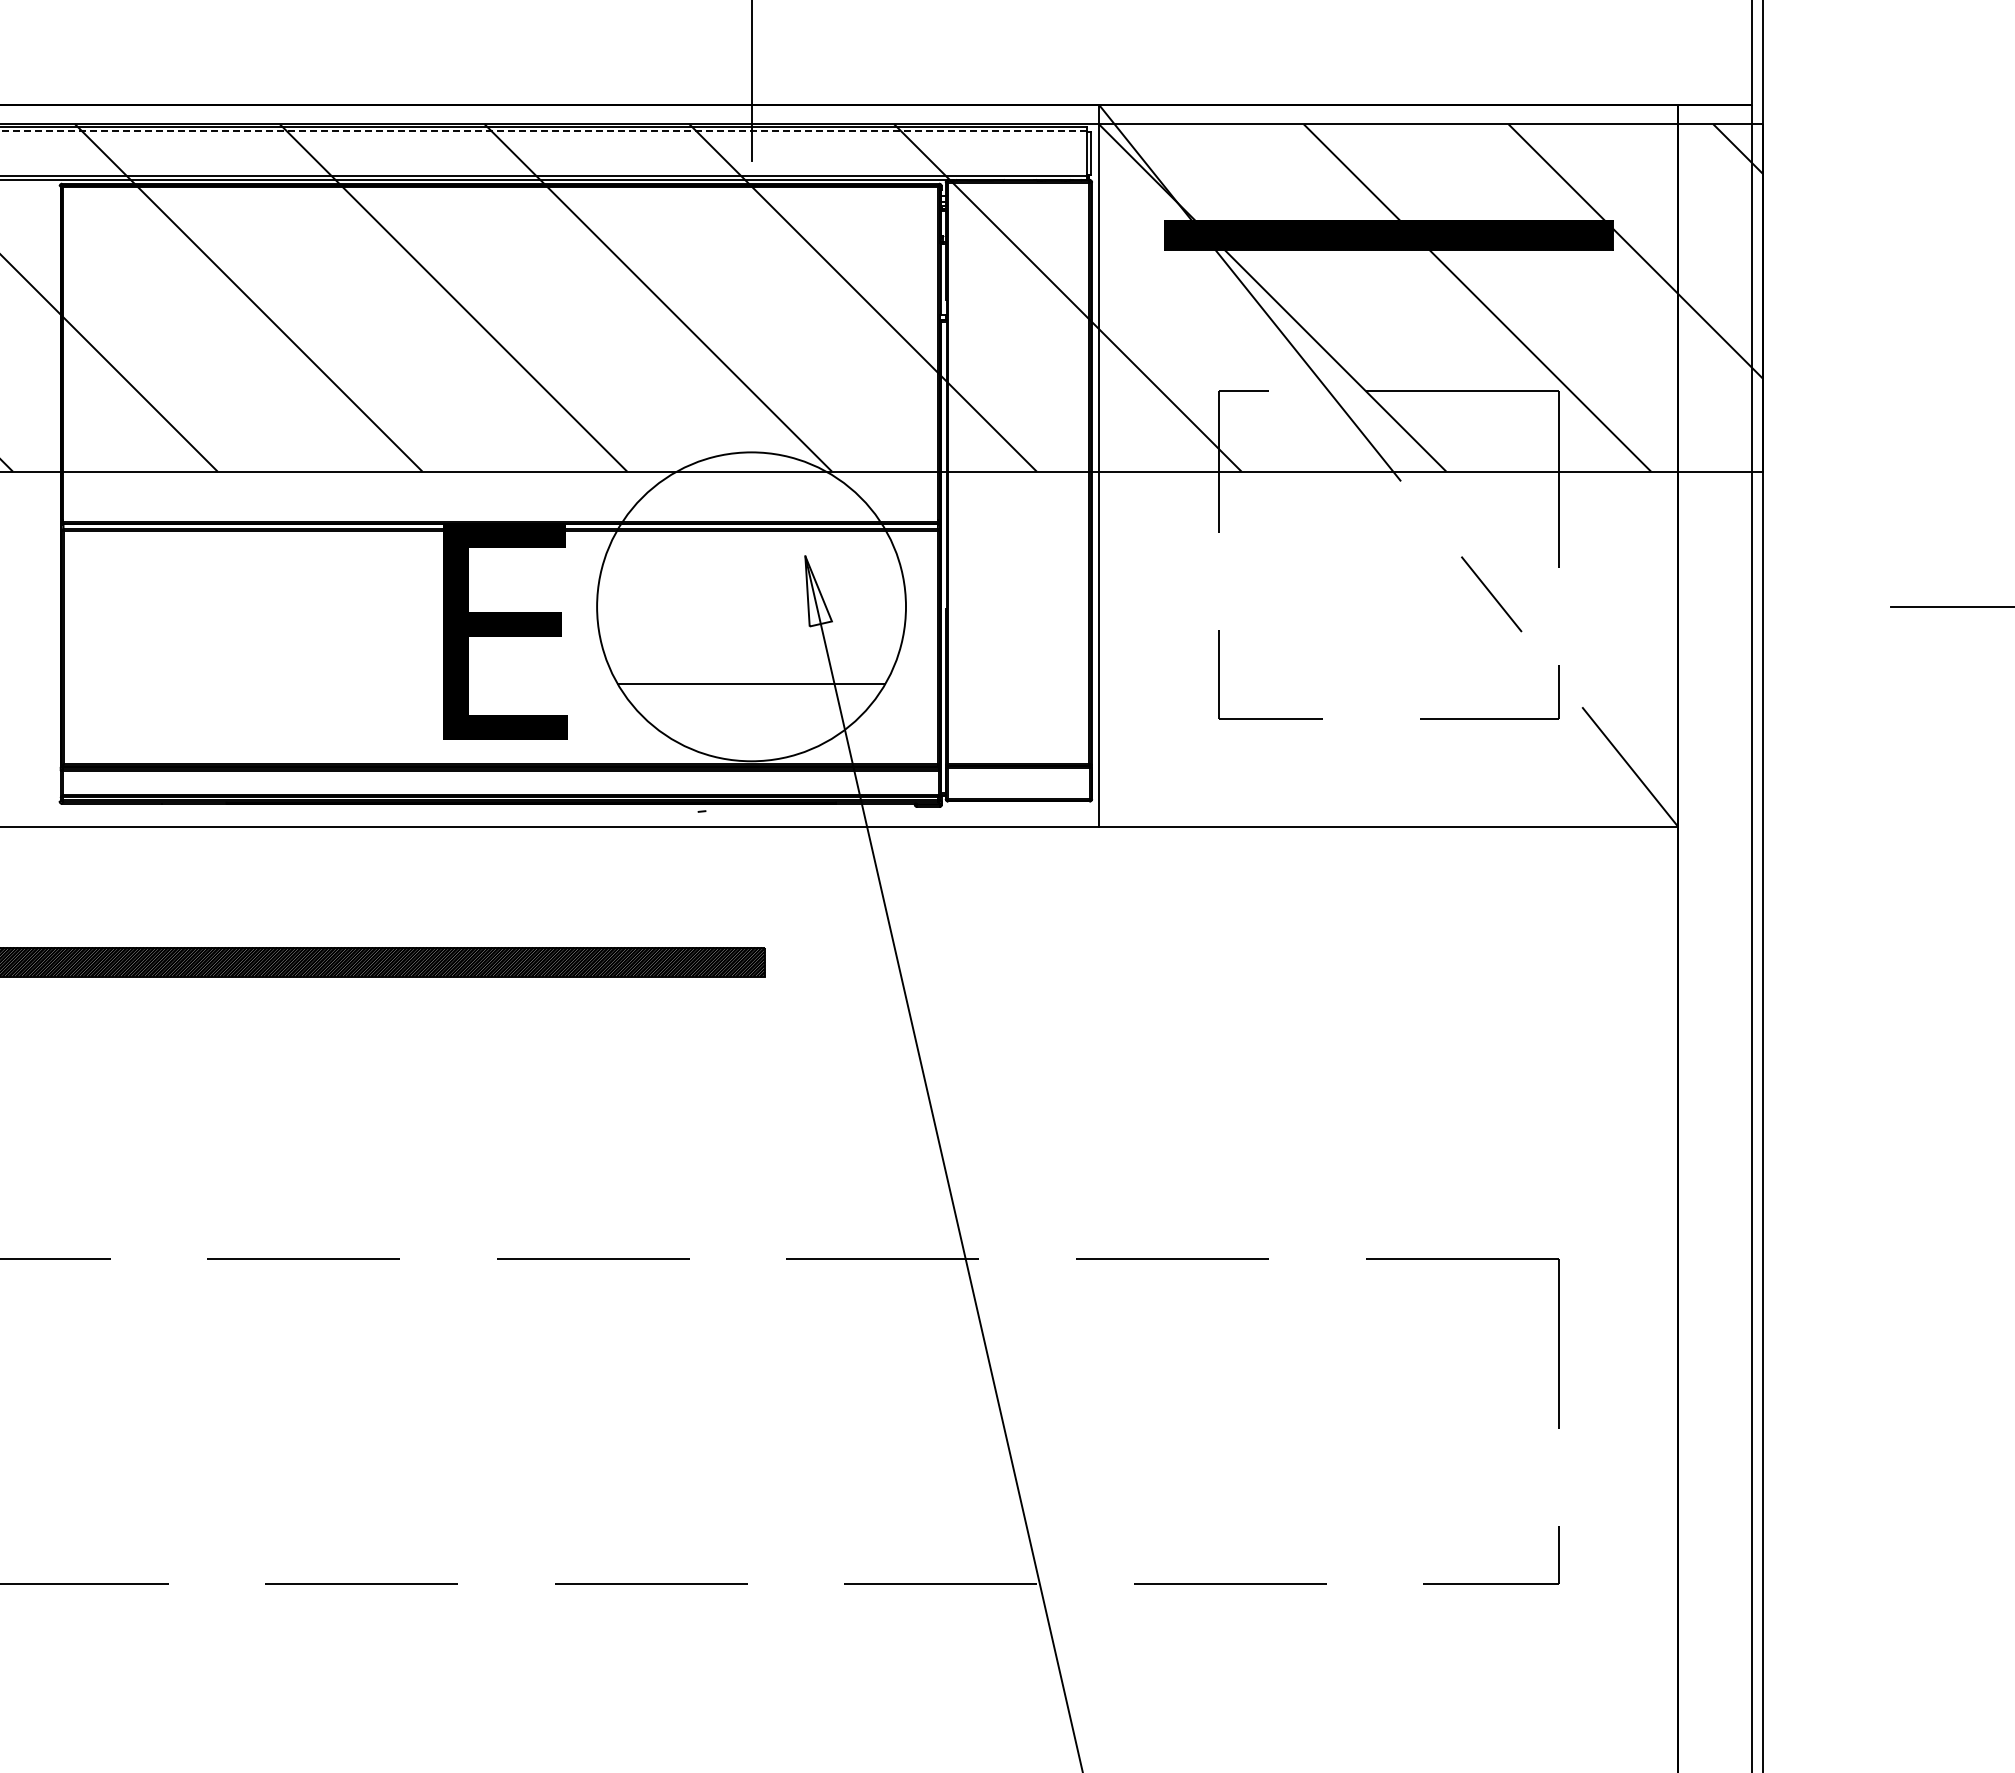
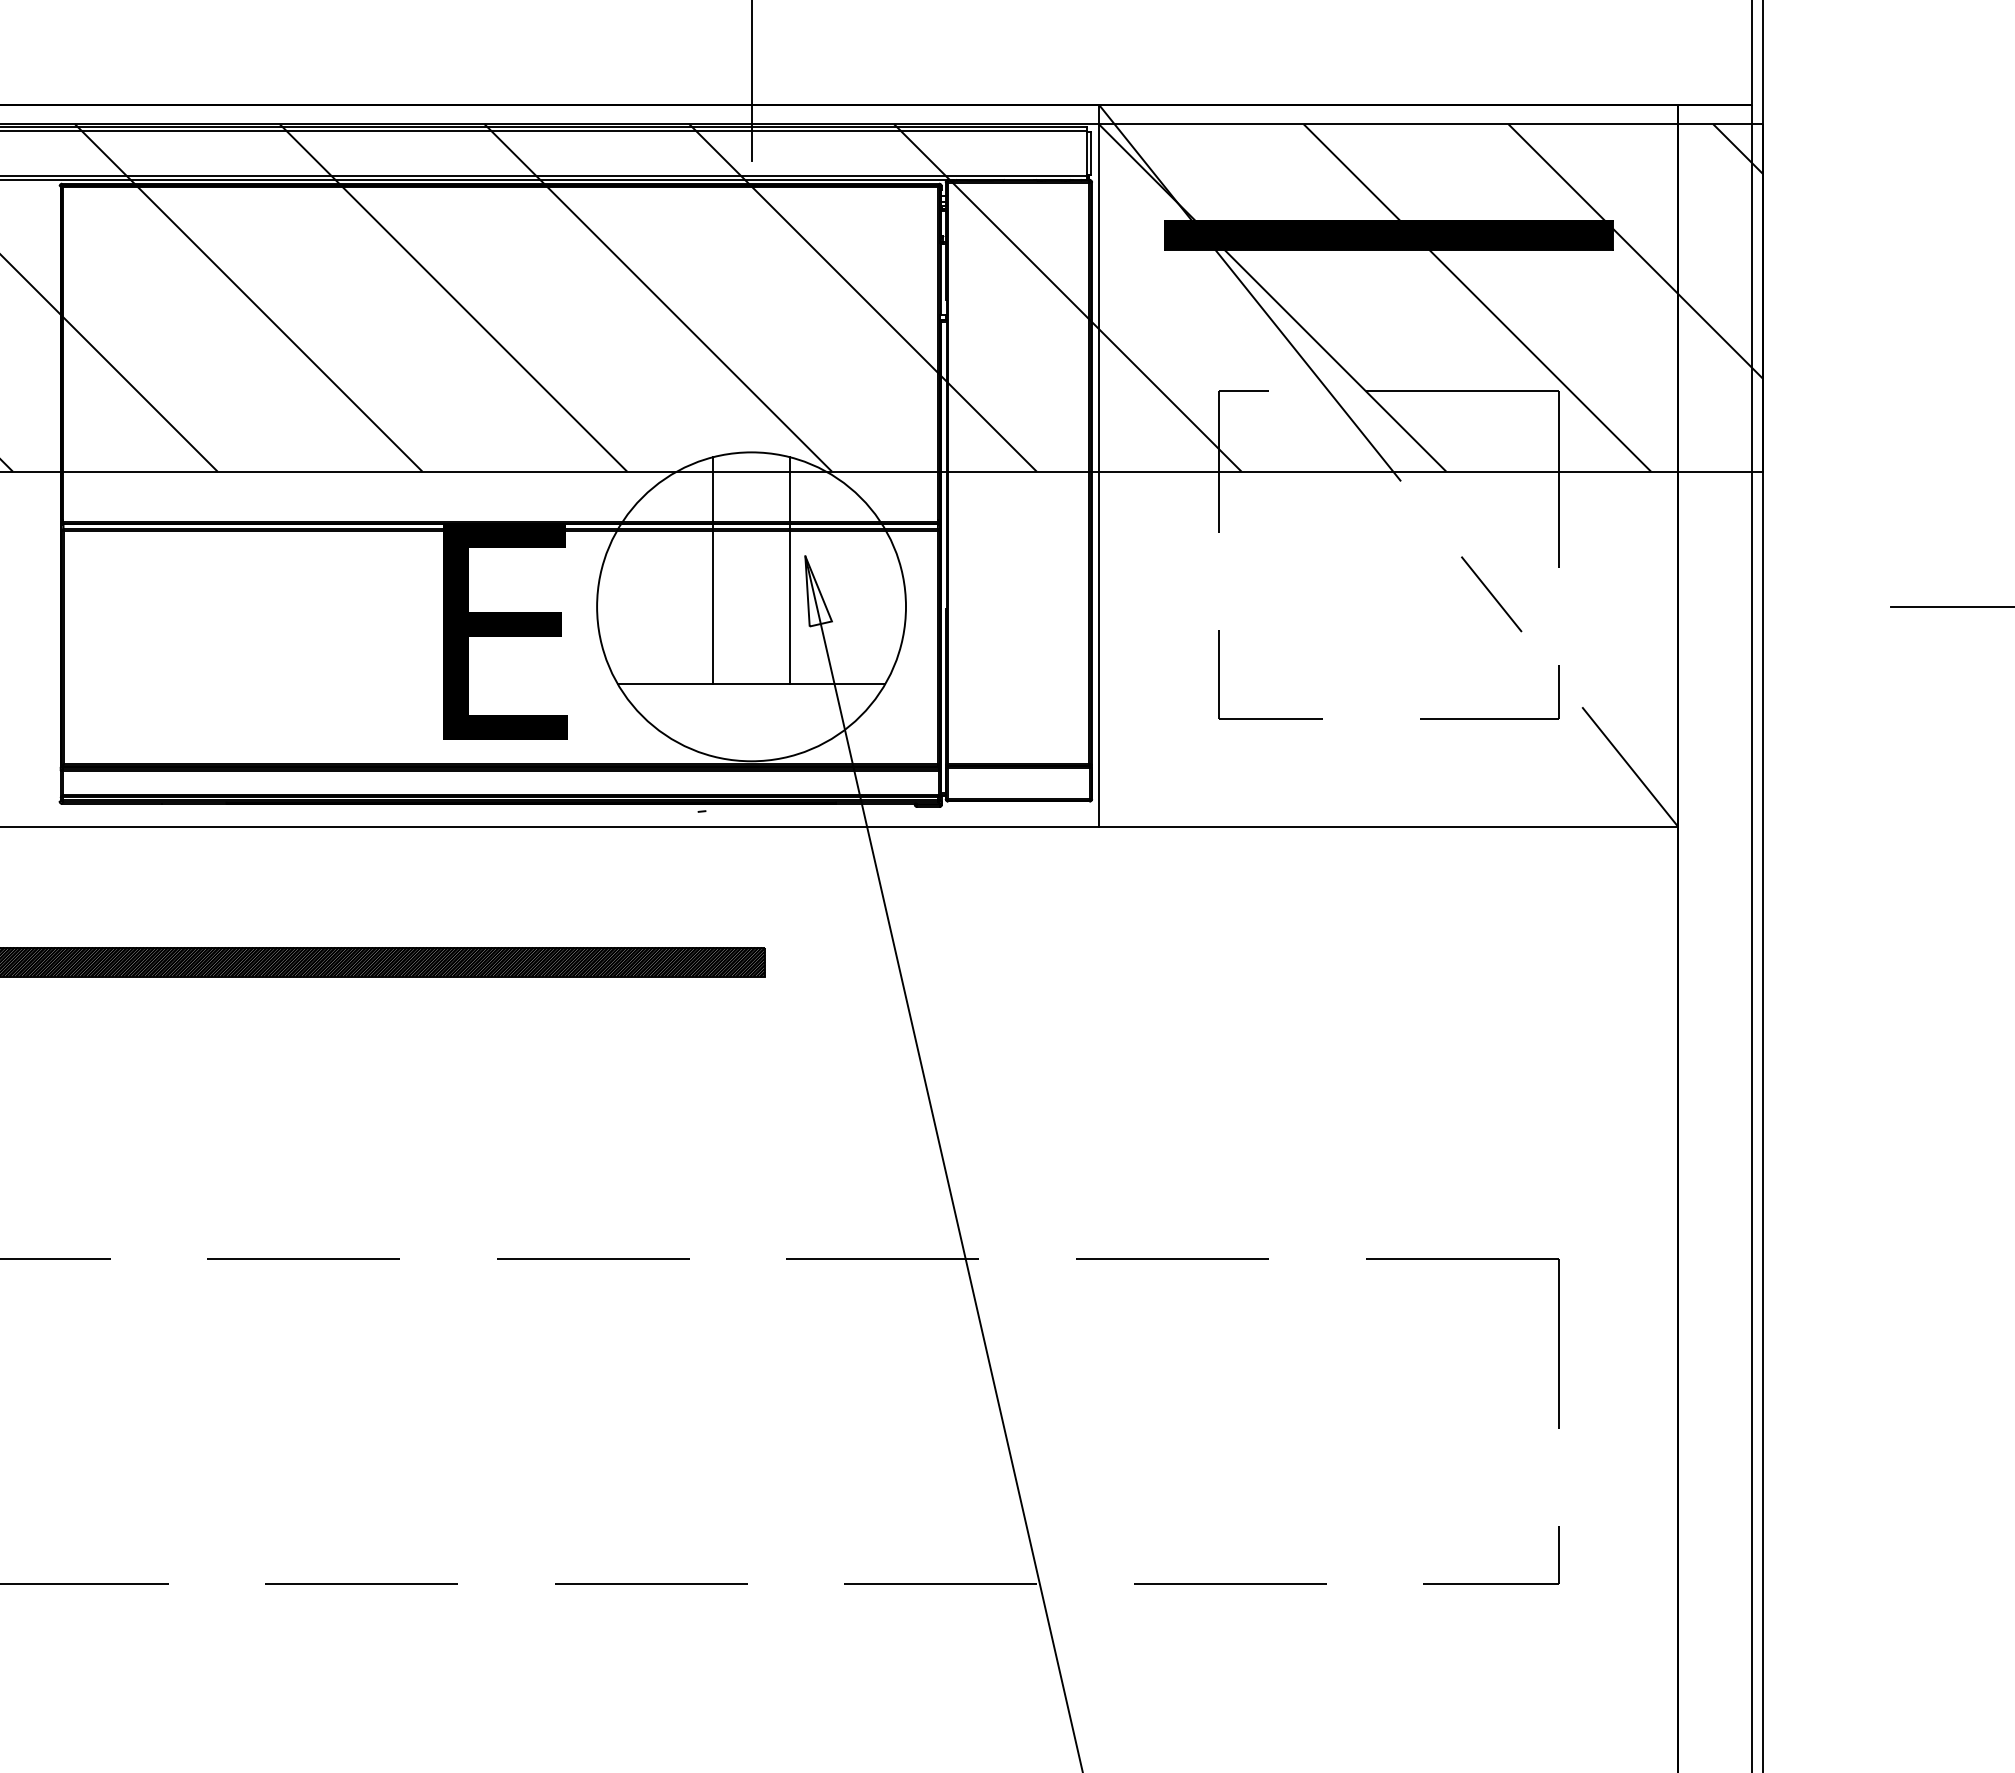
line at (542, 131): dashed -> solid
line at (712, 570): none -> present
line at (790, 570): none -> present
